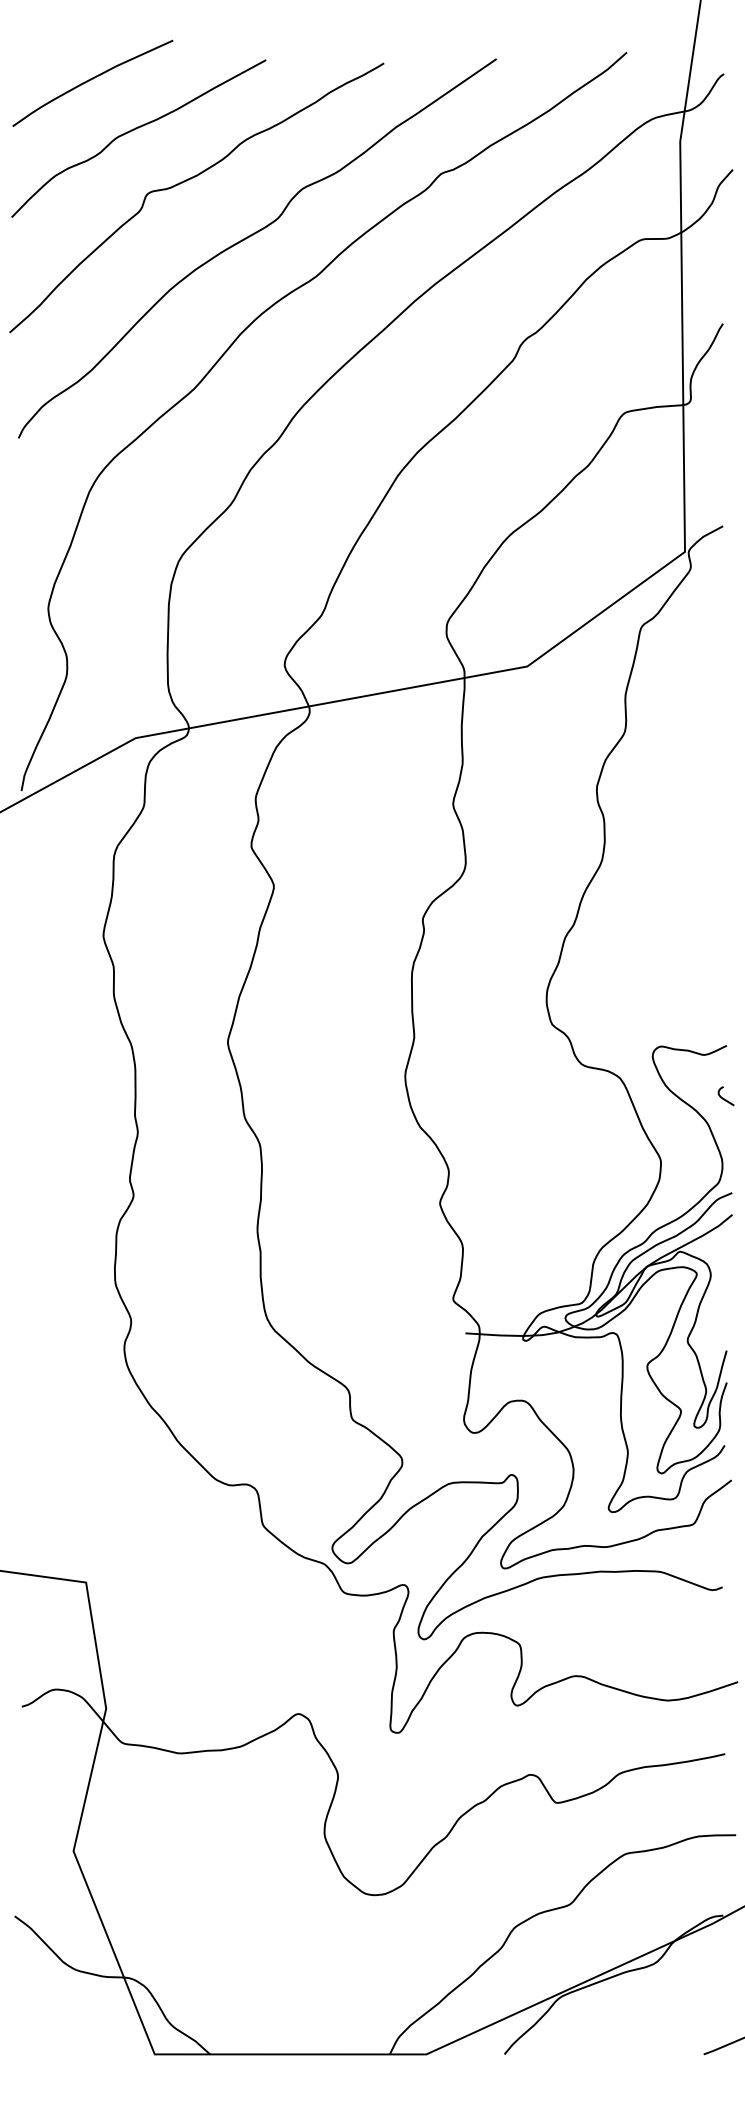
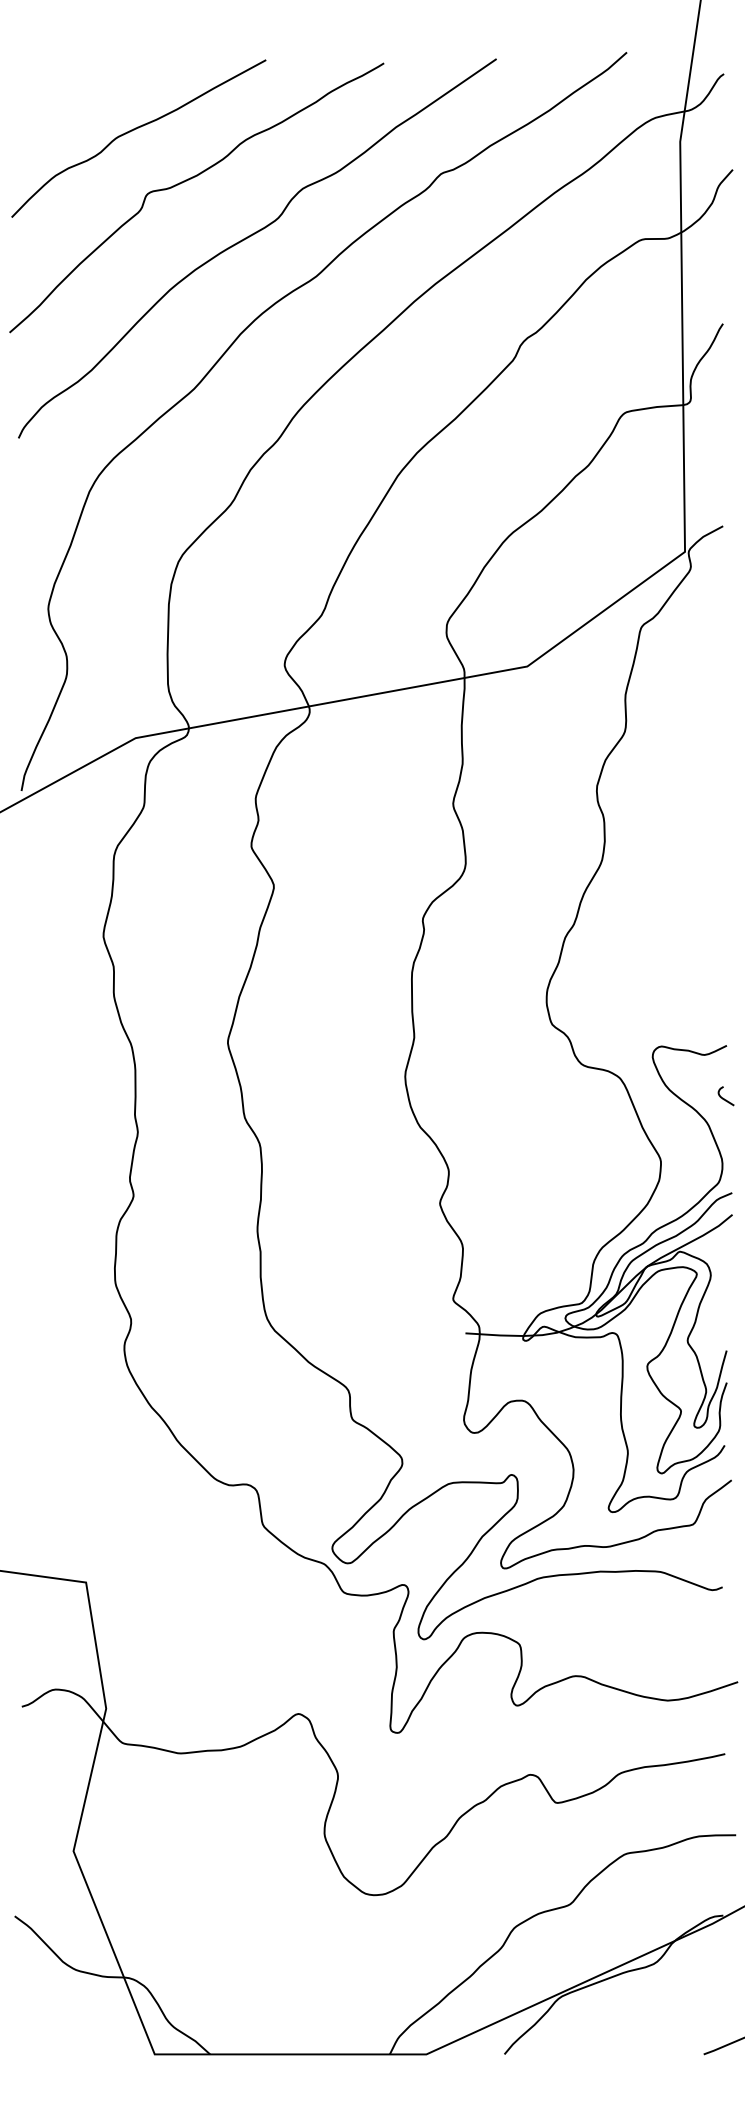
curve at (91, 80): present -> none
